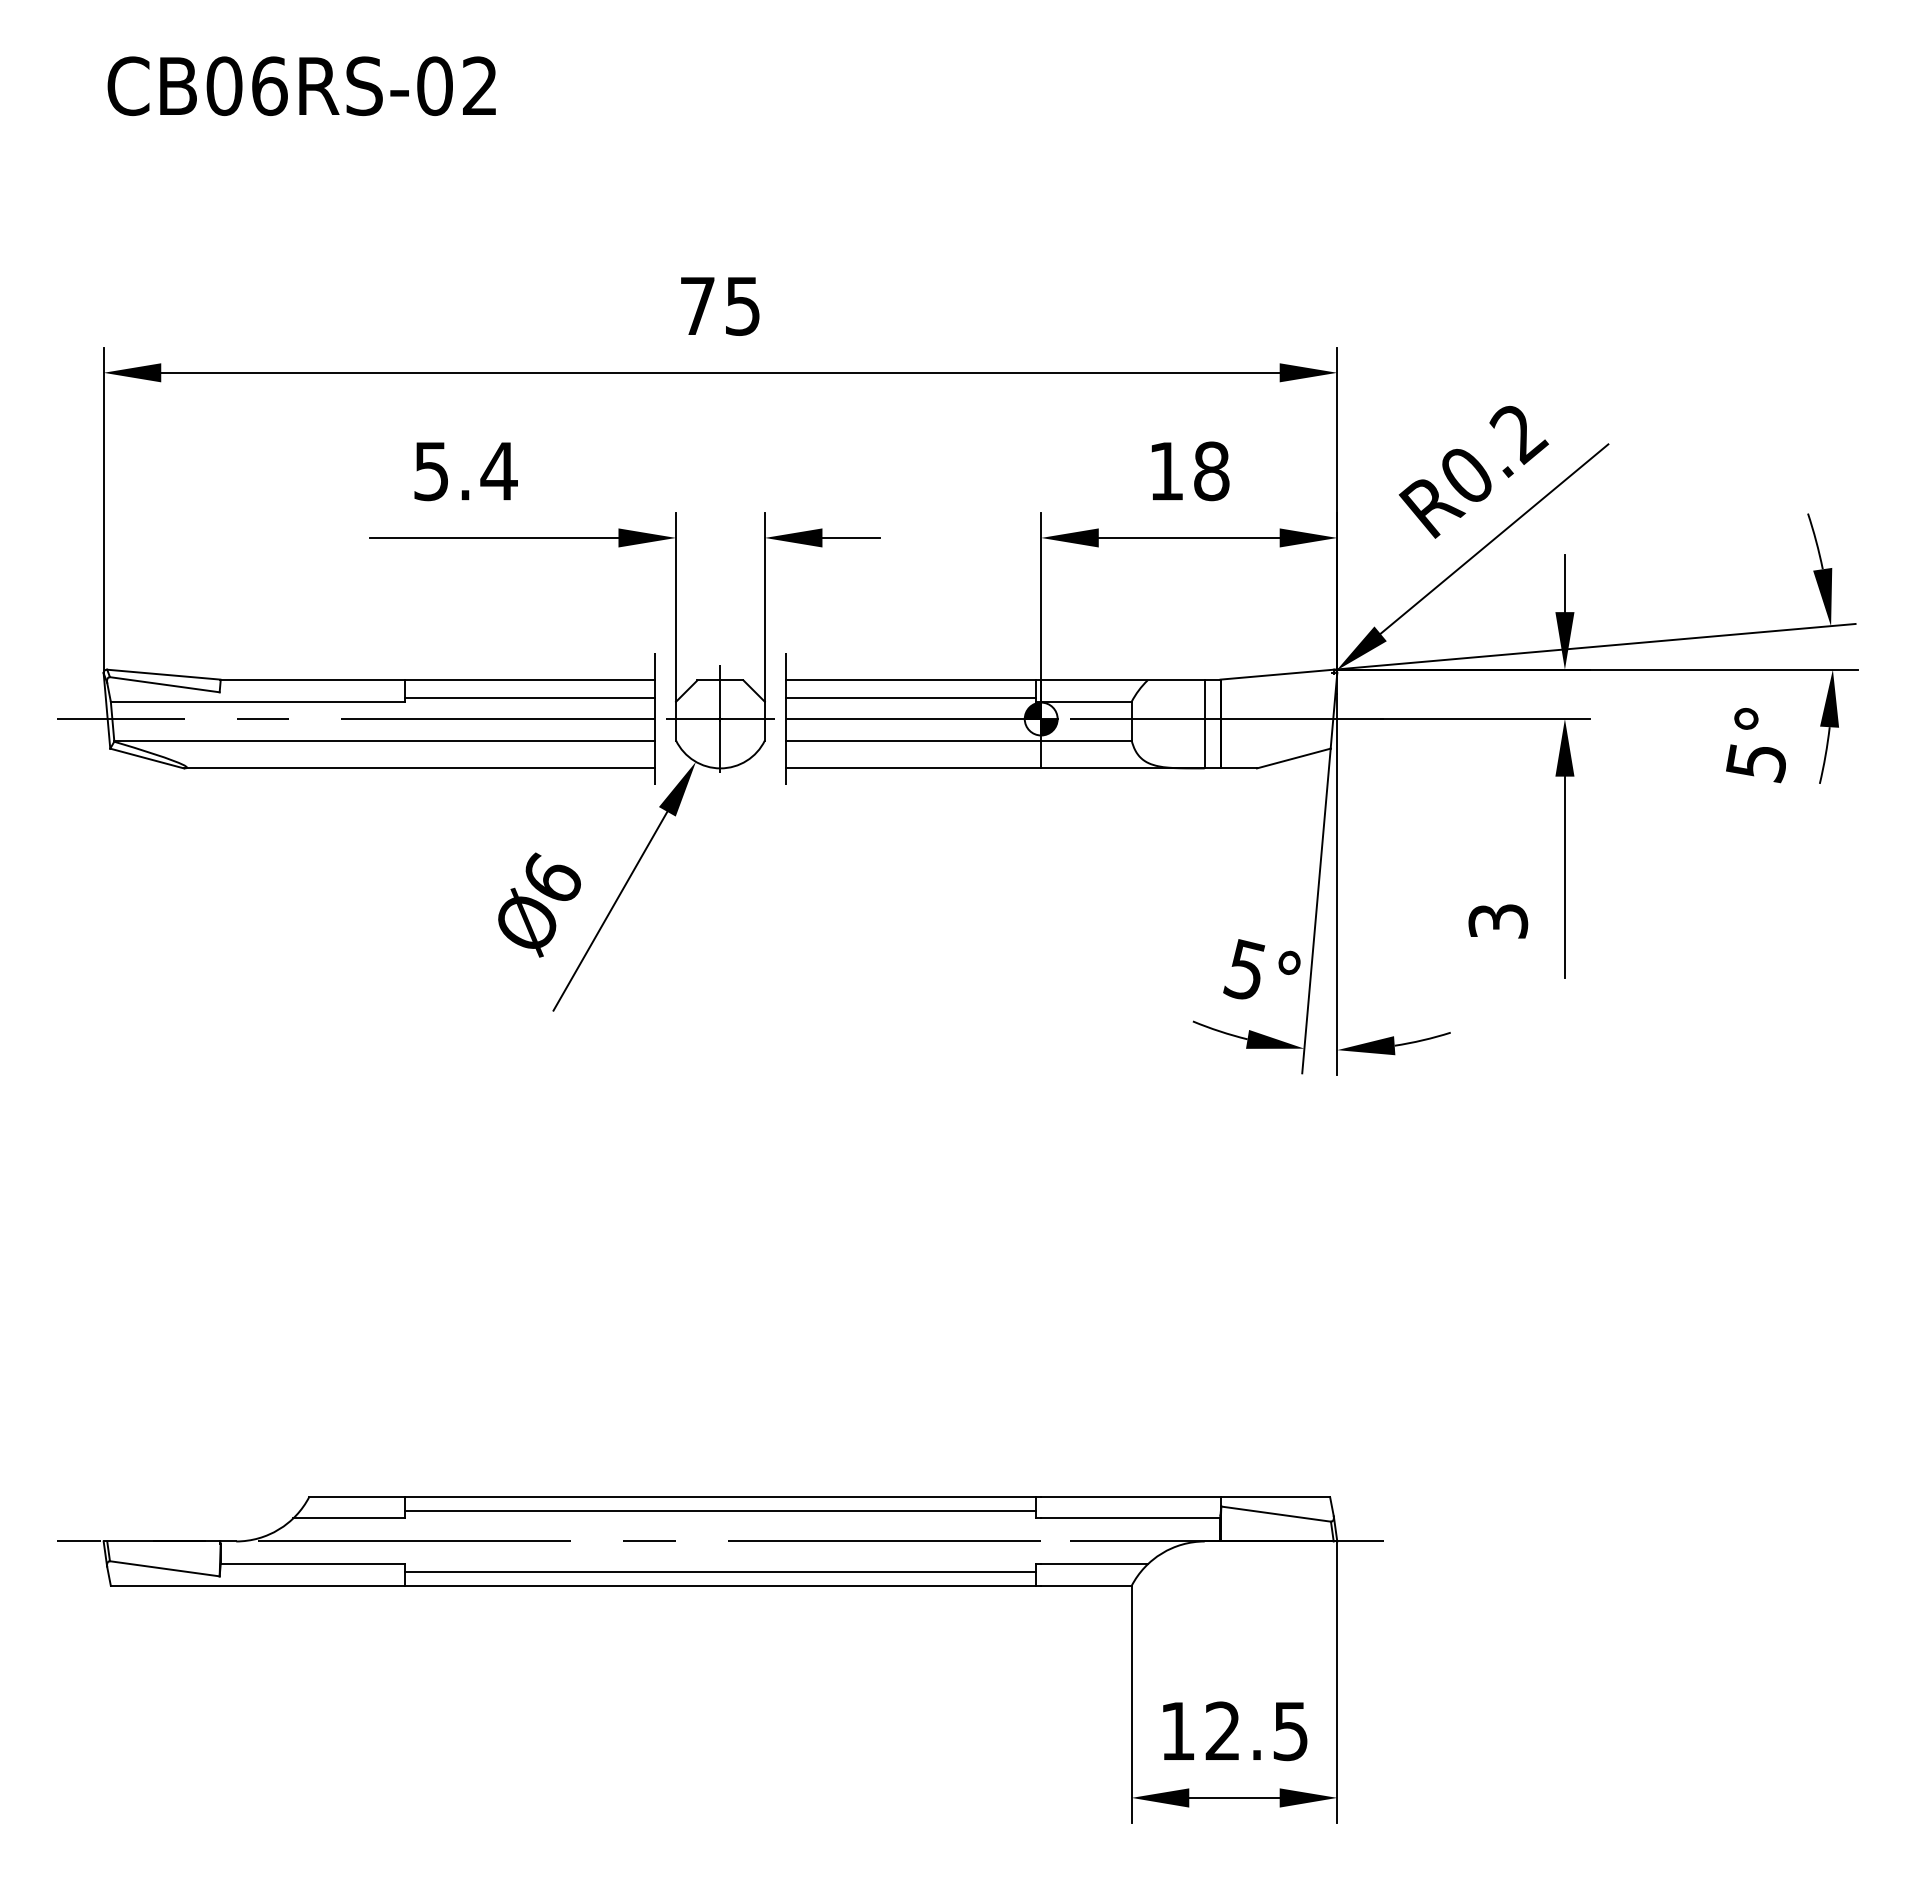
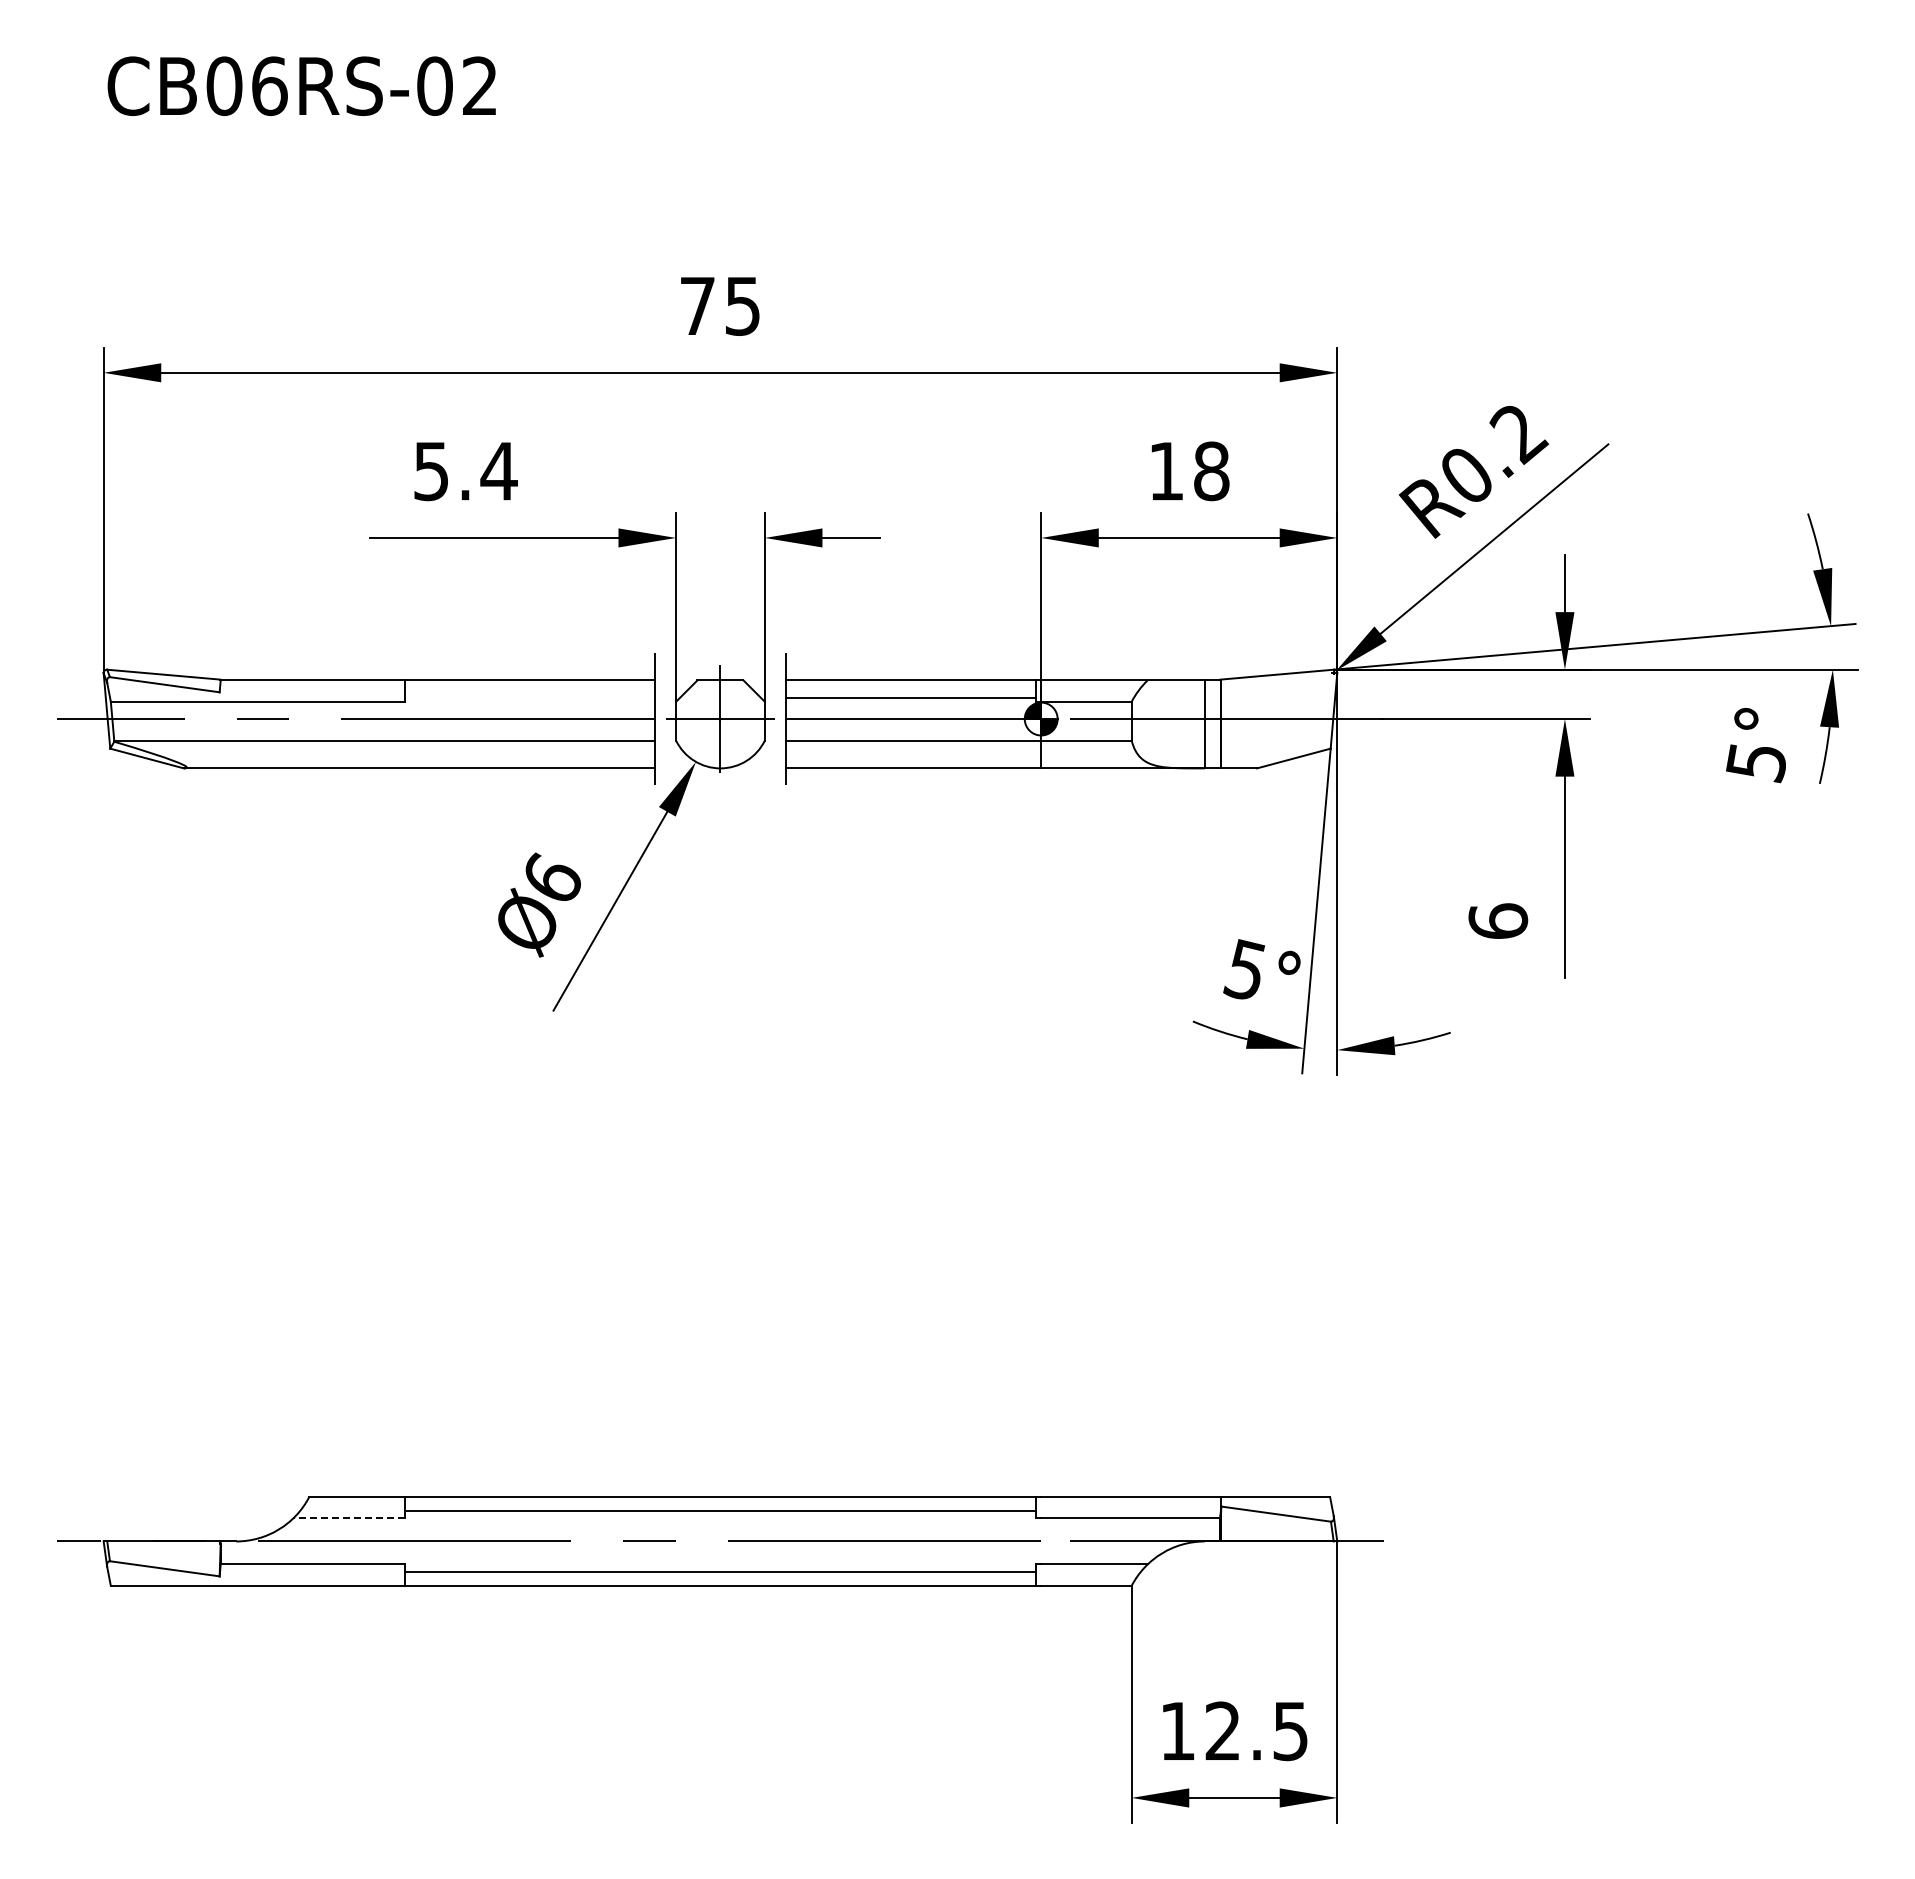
line at (529, 697): present -> none
text at (1498, 920): 3 -> 6
line at (348, 1518): solid -> dashed
